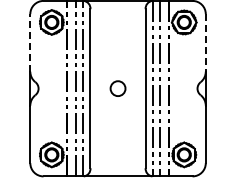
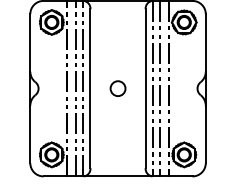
line at (30, 42): dashed -> solid
line at (205, 42): dashed -> solid
